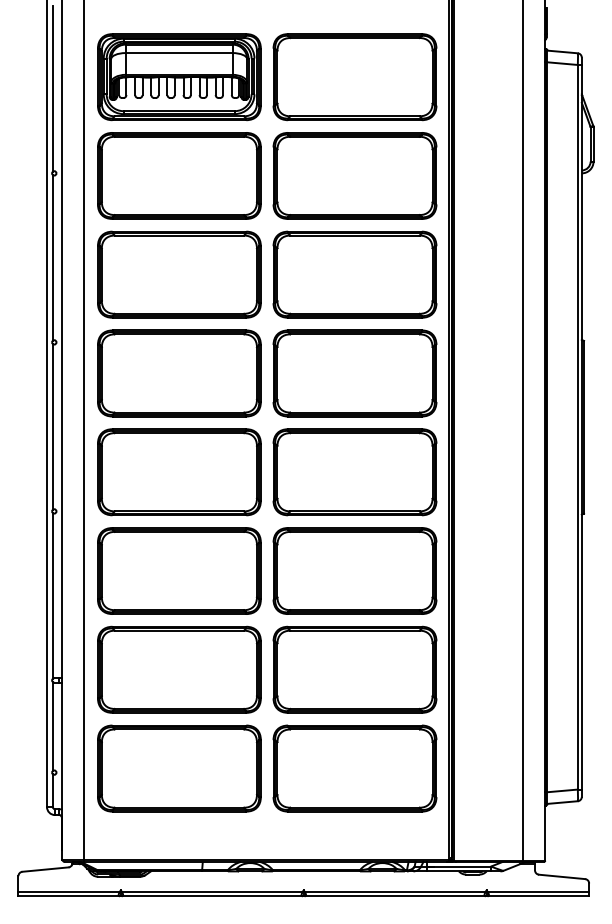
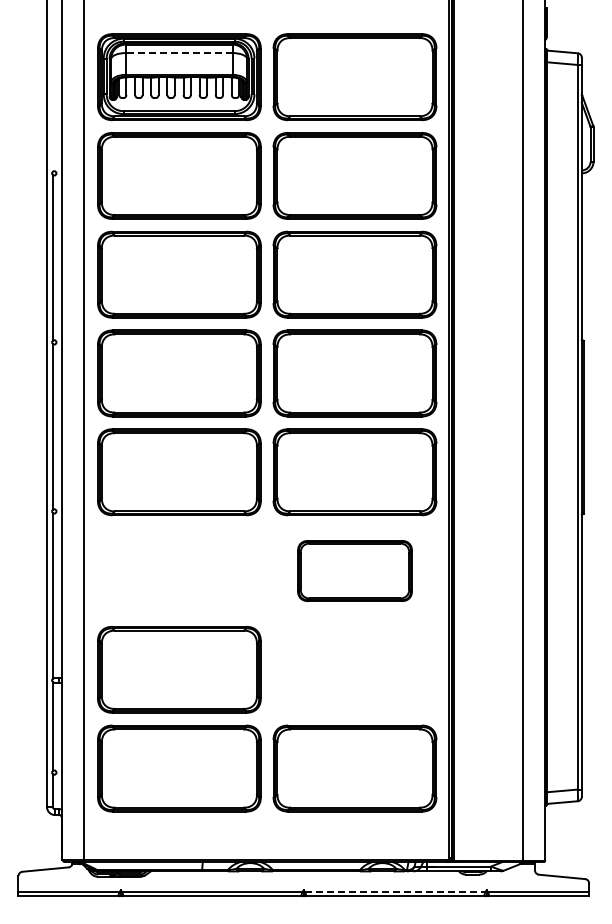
line at (178, 53): solid -> dashed
line at (52, 88): present -> none
part at (179, 570): present -> none
part at (354, 570) size: 166x88 px -> 116x62 px
part at (354, 669): present -> none
line at (395, 891): solid -> dashed
